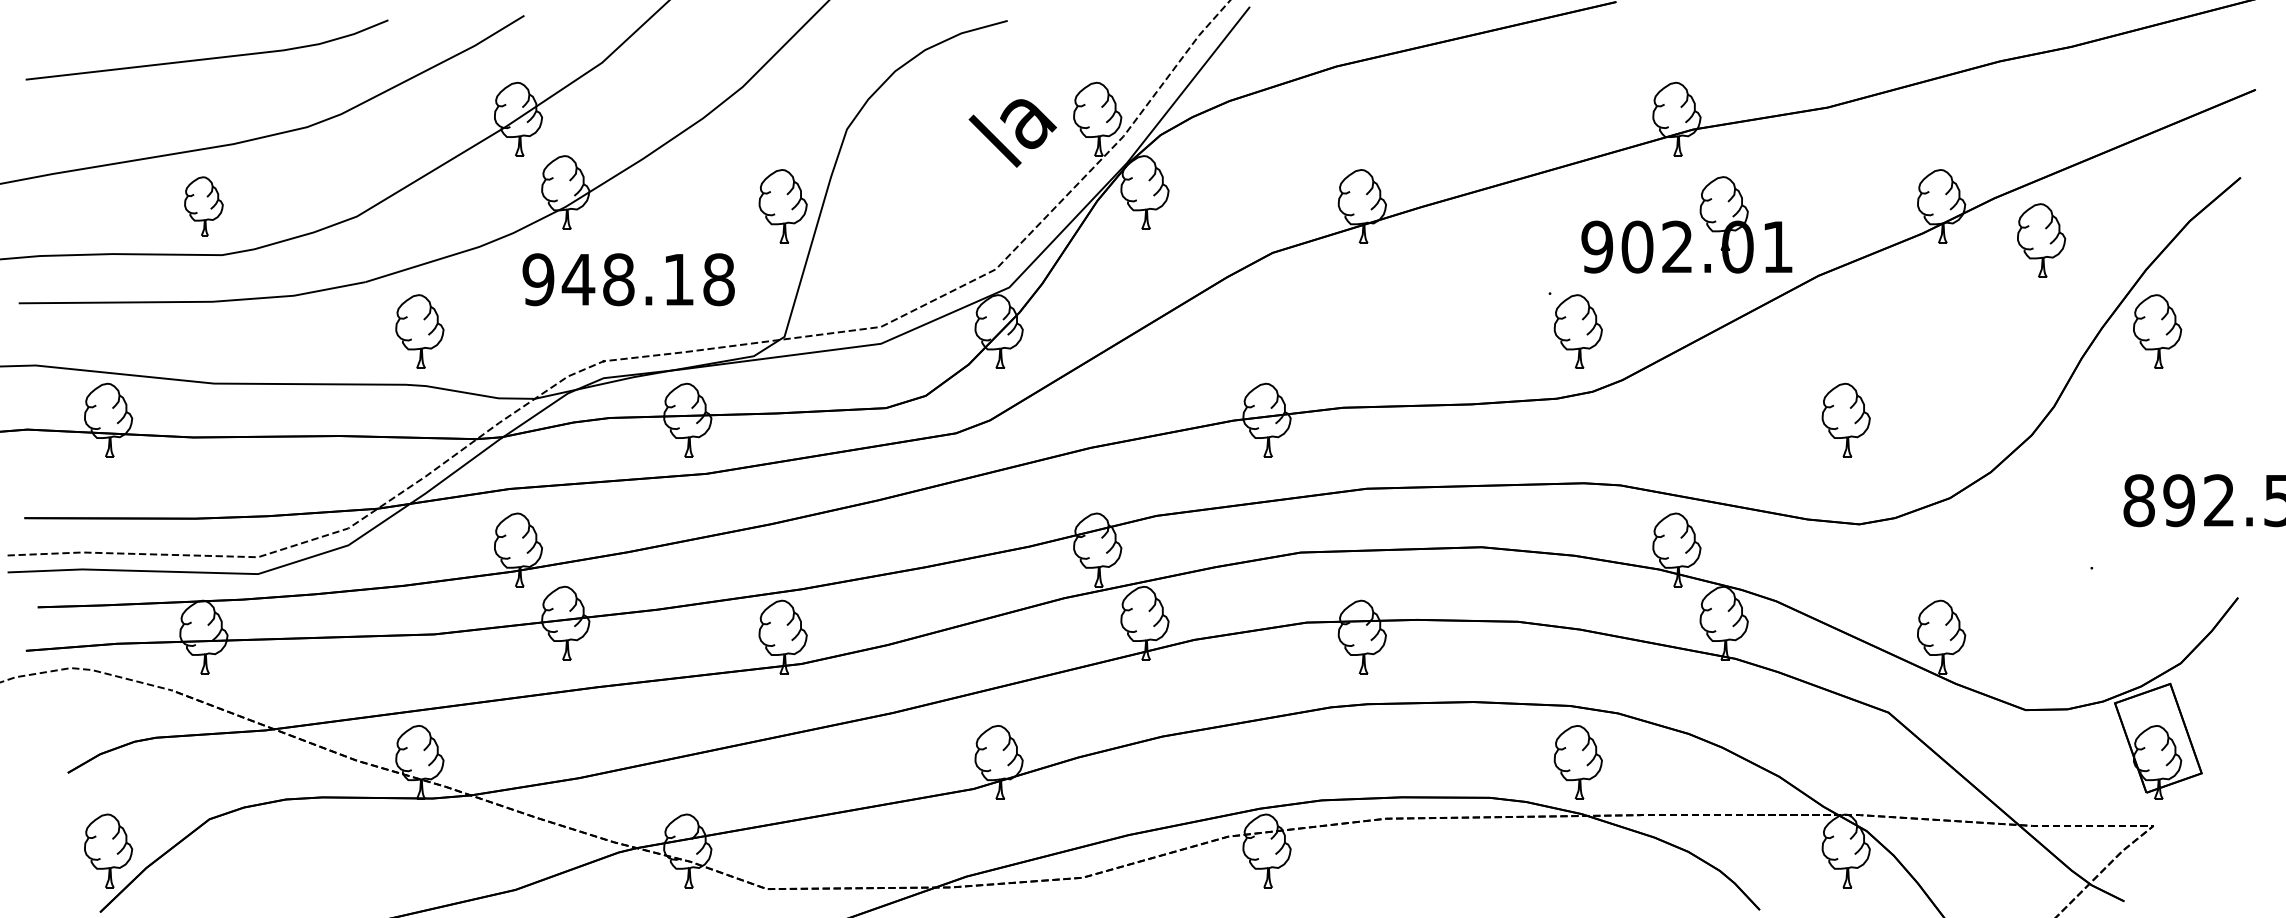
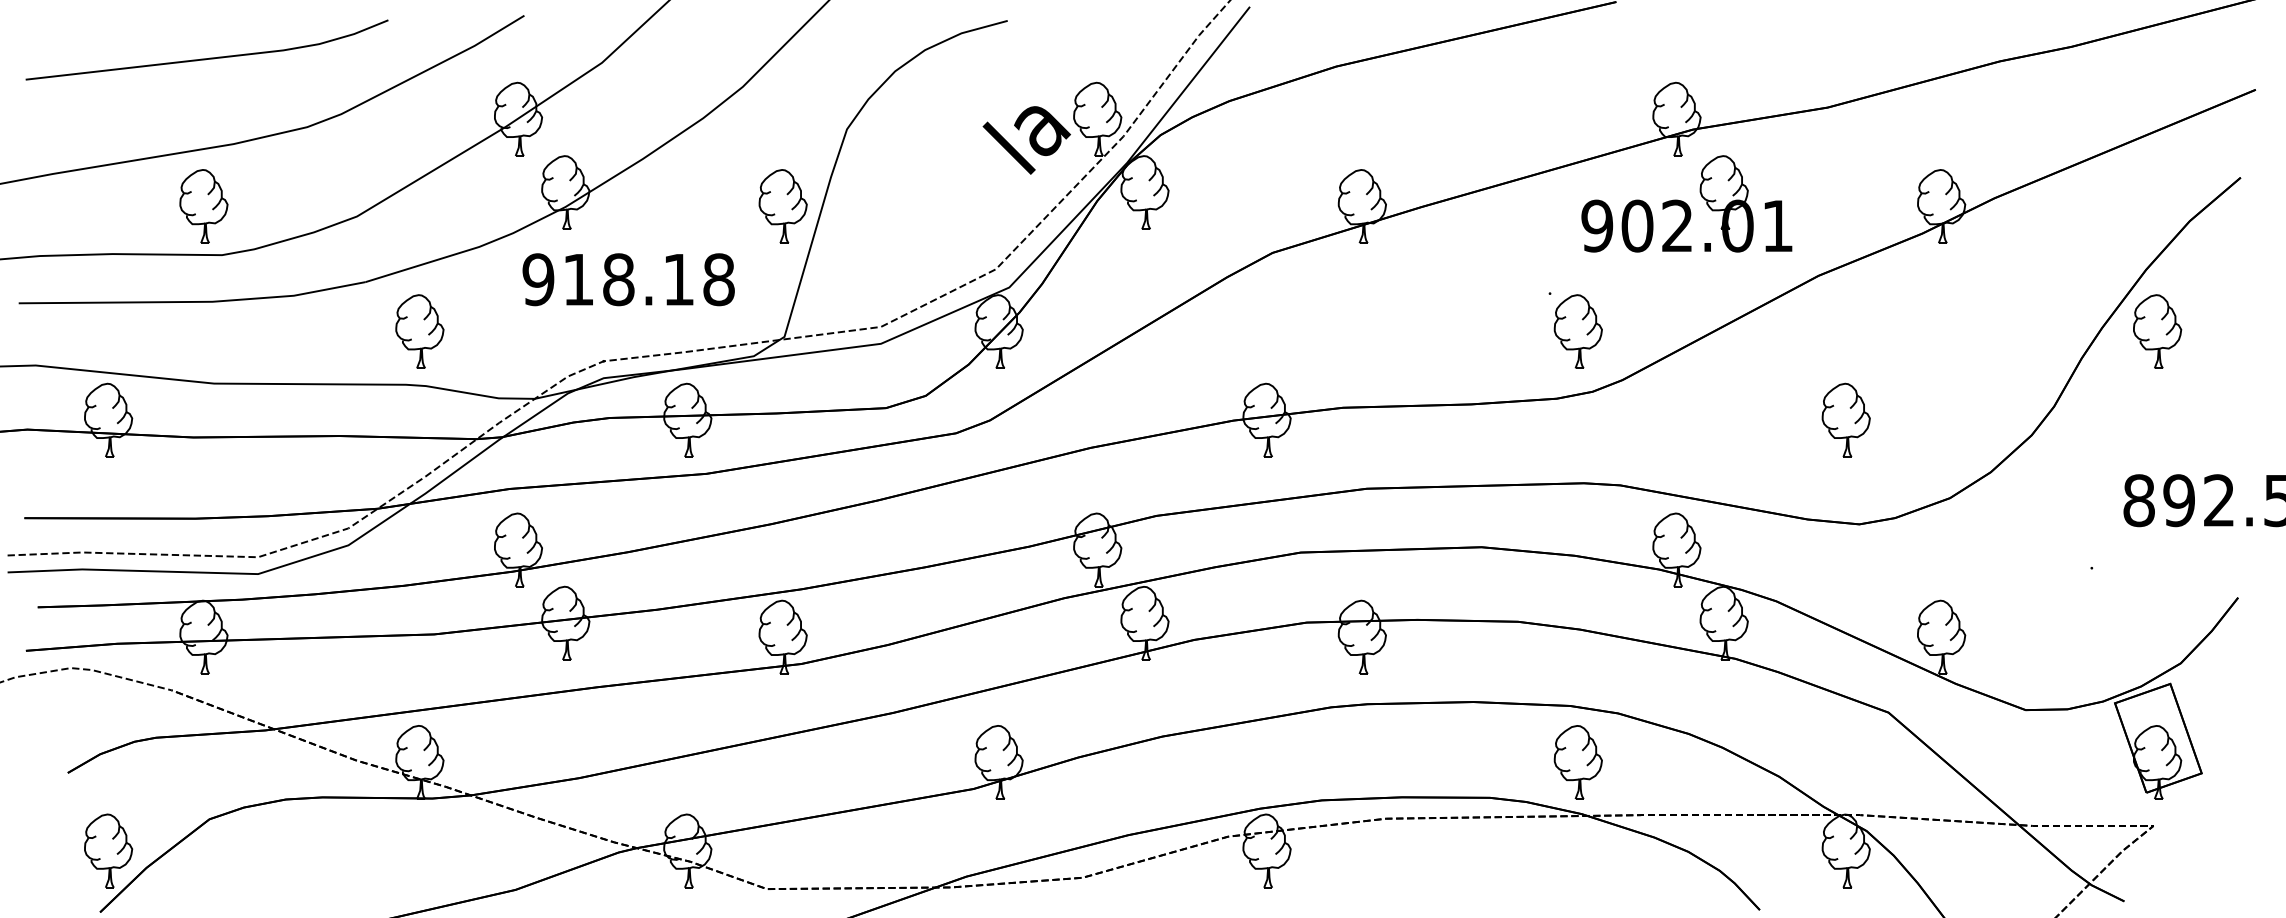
text at (1012, 133) position: (1012, 133) -> (1026, 140)
part at (203, 206) size: 40x61 px -> 50x75 px
part at (1686, 224) position: (1686, 224) -> (1686, 203)
part at (2041, 240): present -> none
text at (578, 279): 948.18 -> 918.18
